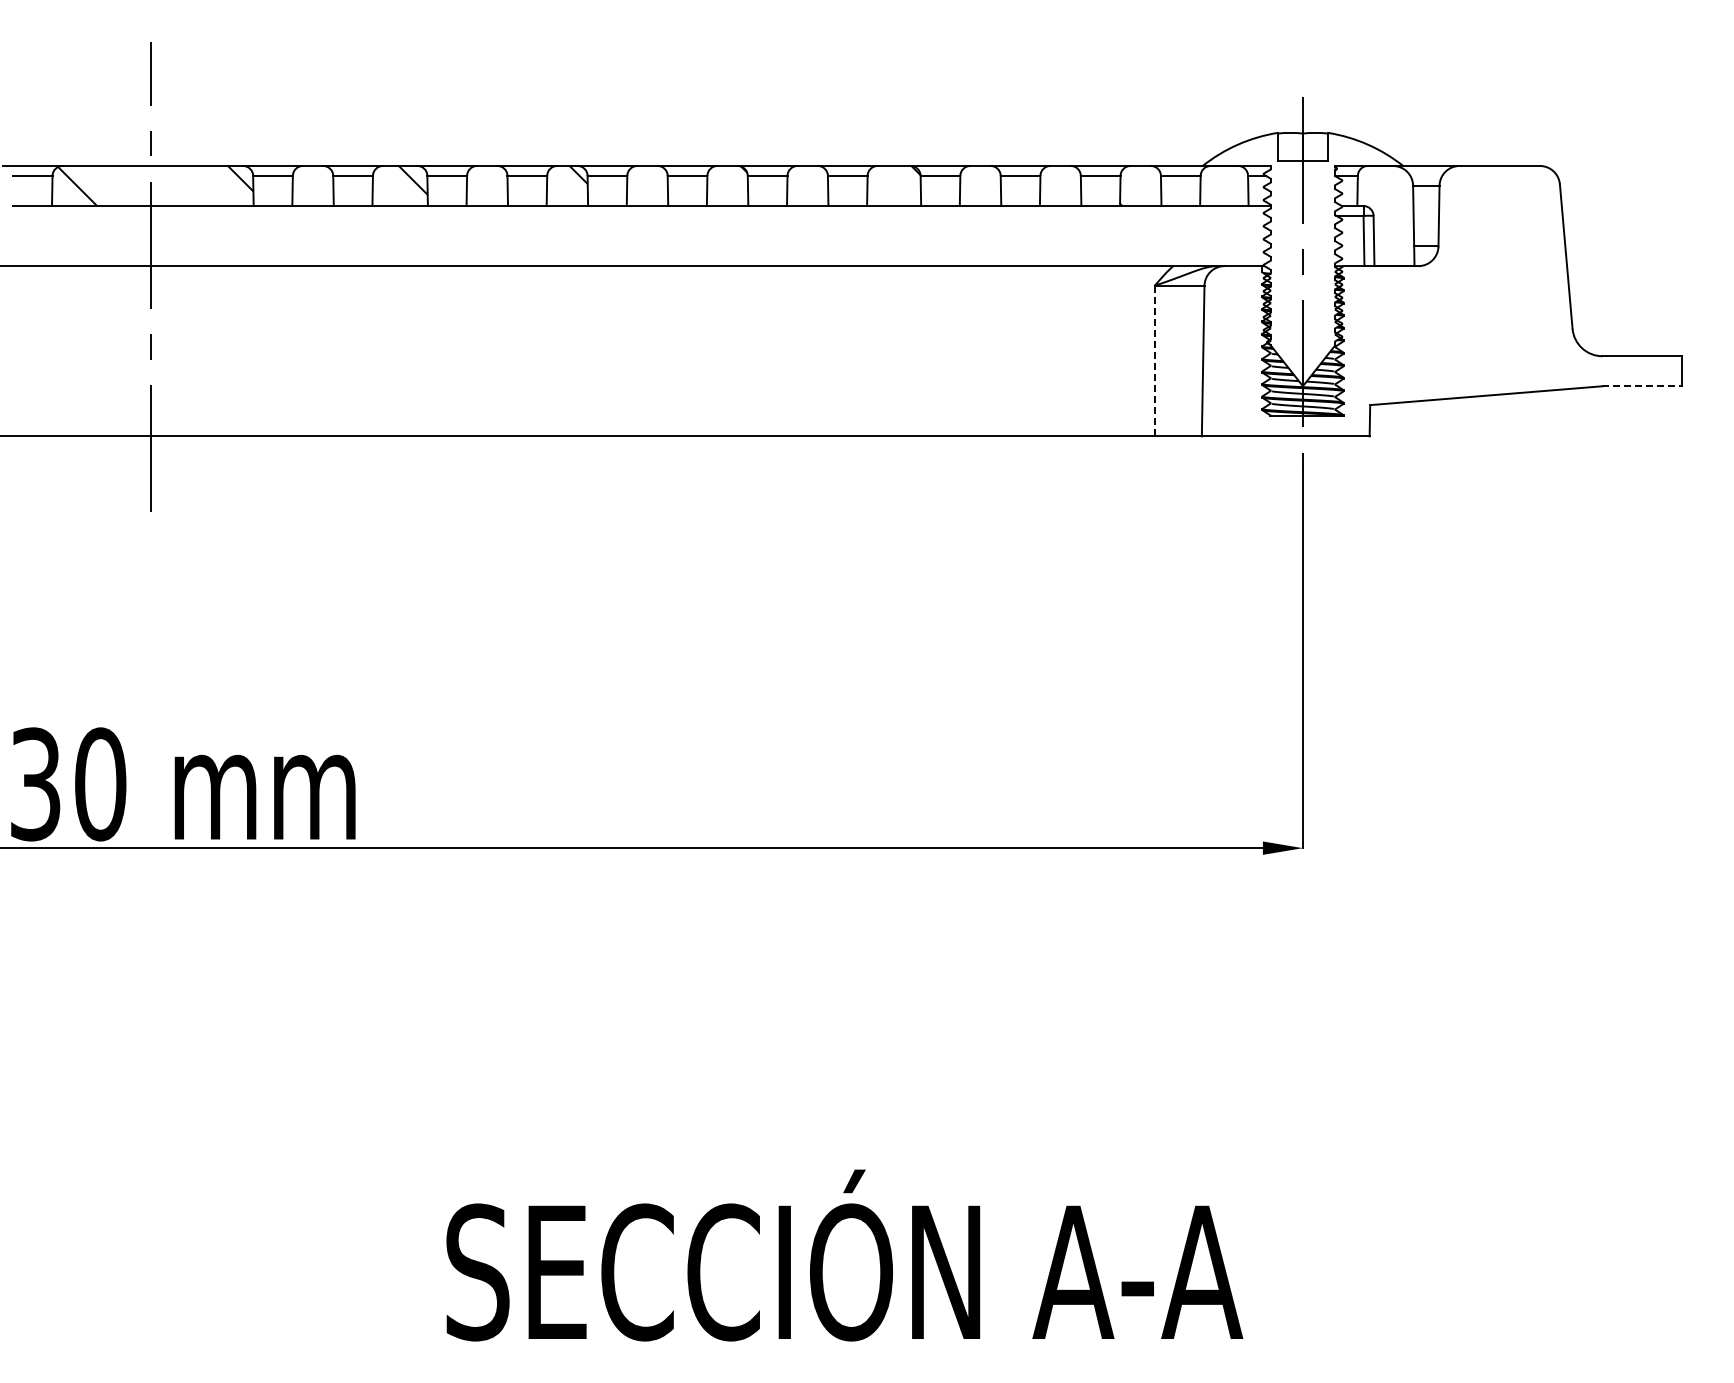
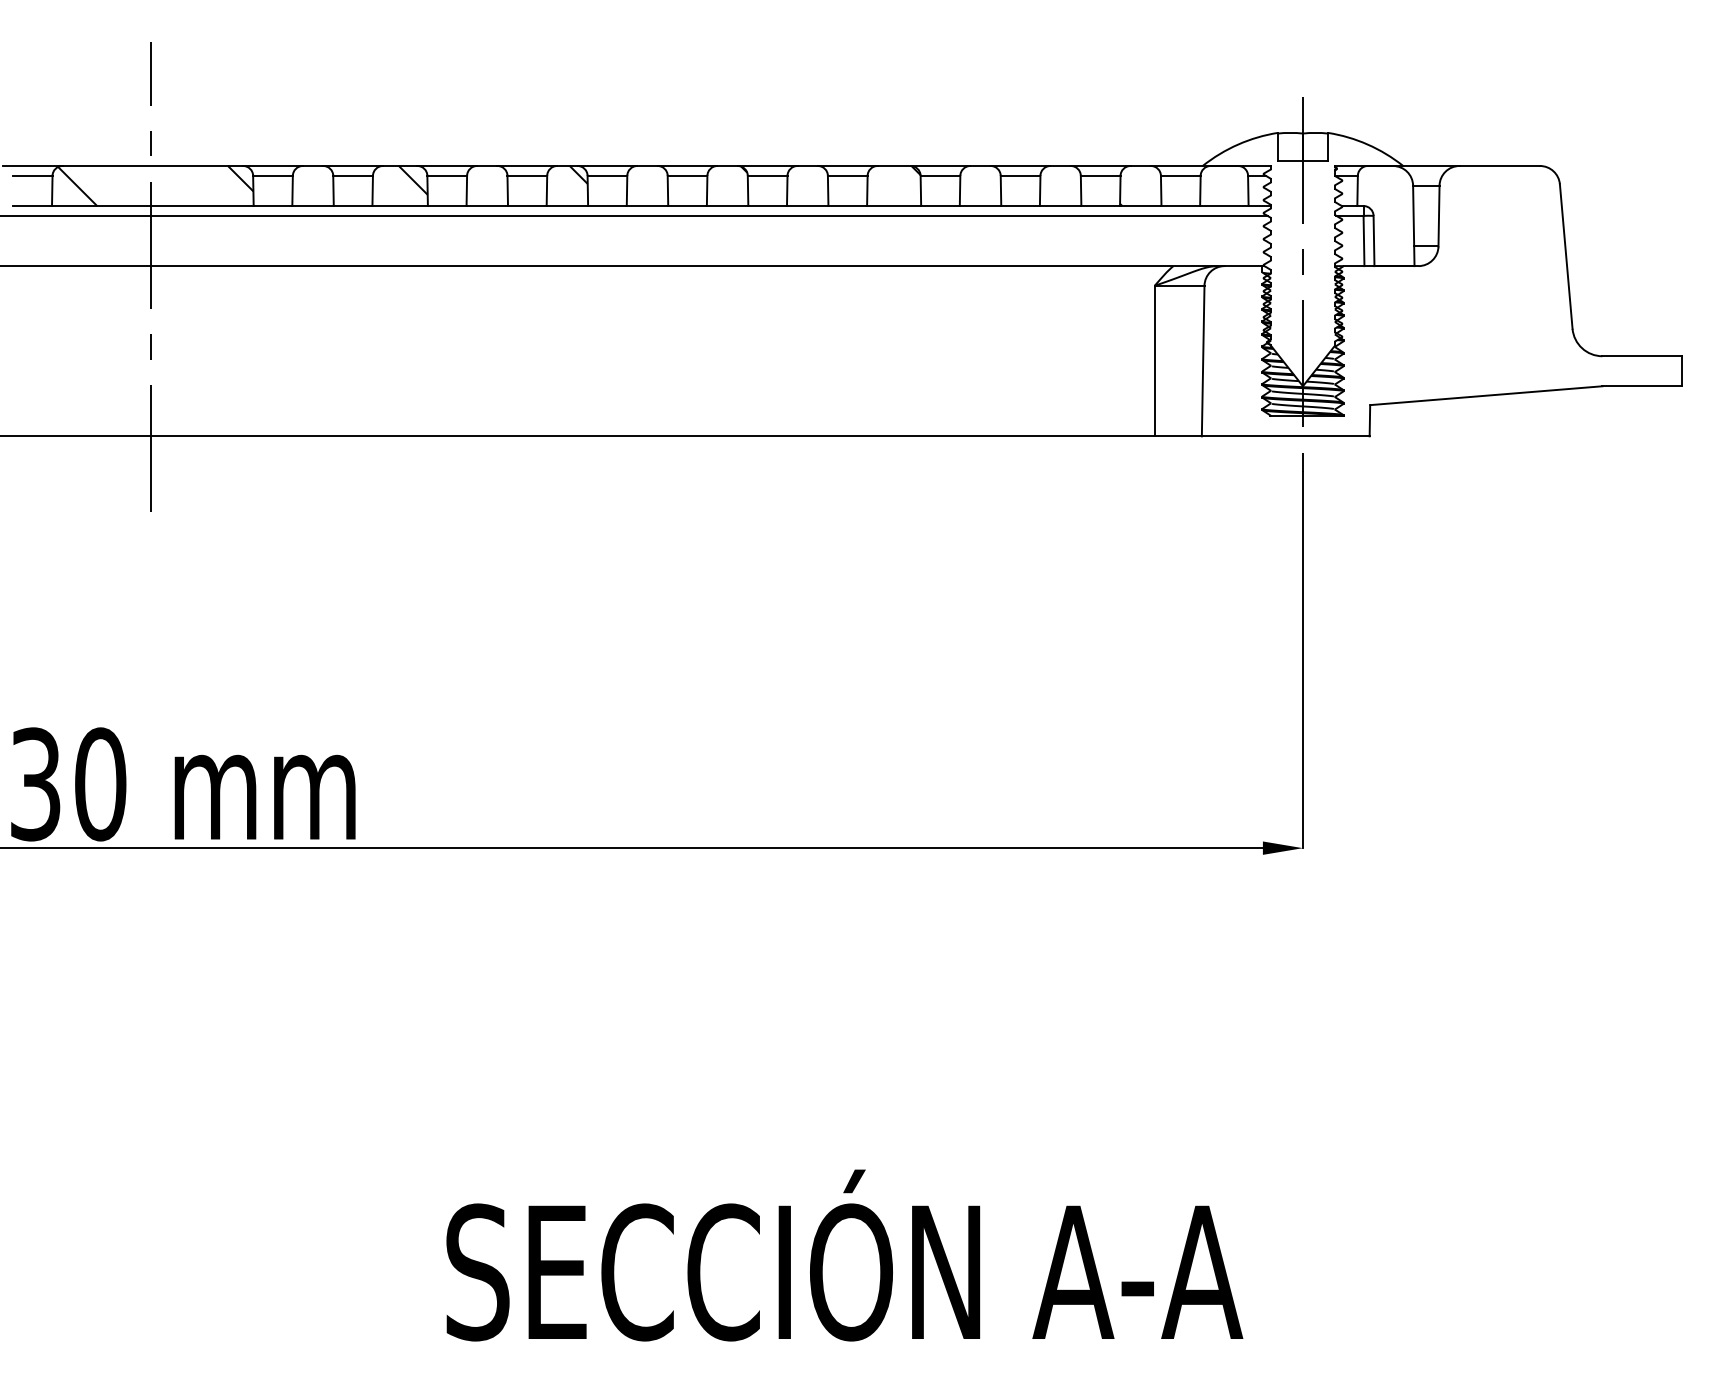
line at (634, 215): none -> present
line at (1154, 360): dashed -> solid
line at (1642, 386): dashed -> solid
